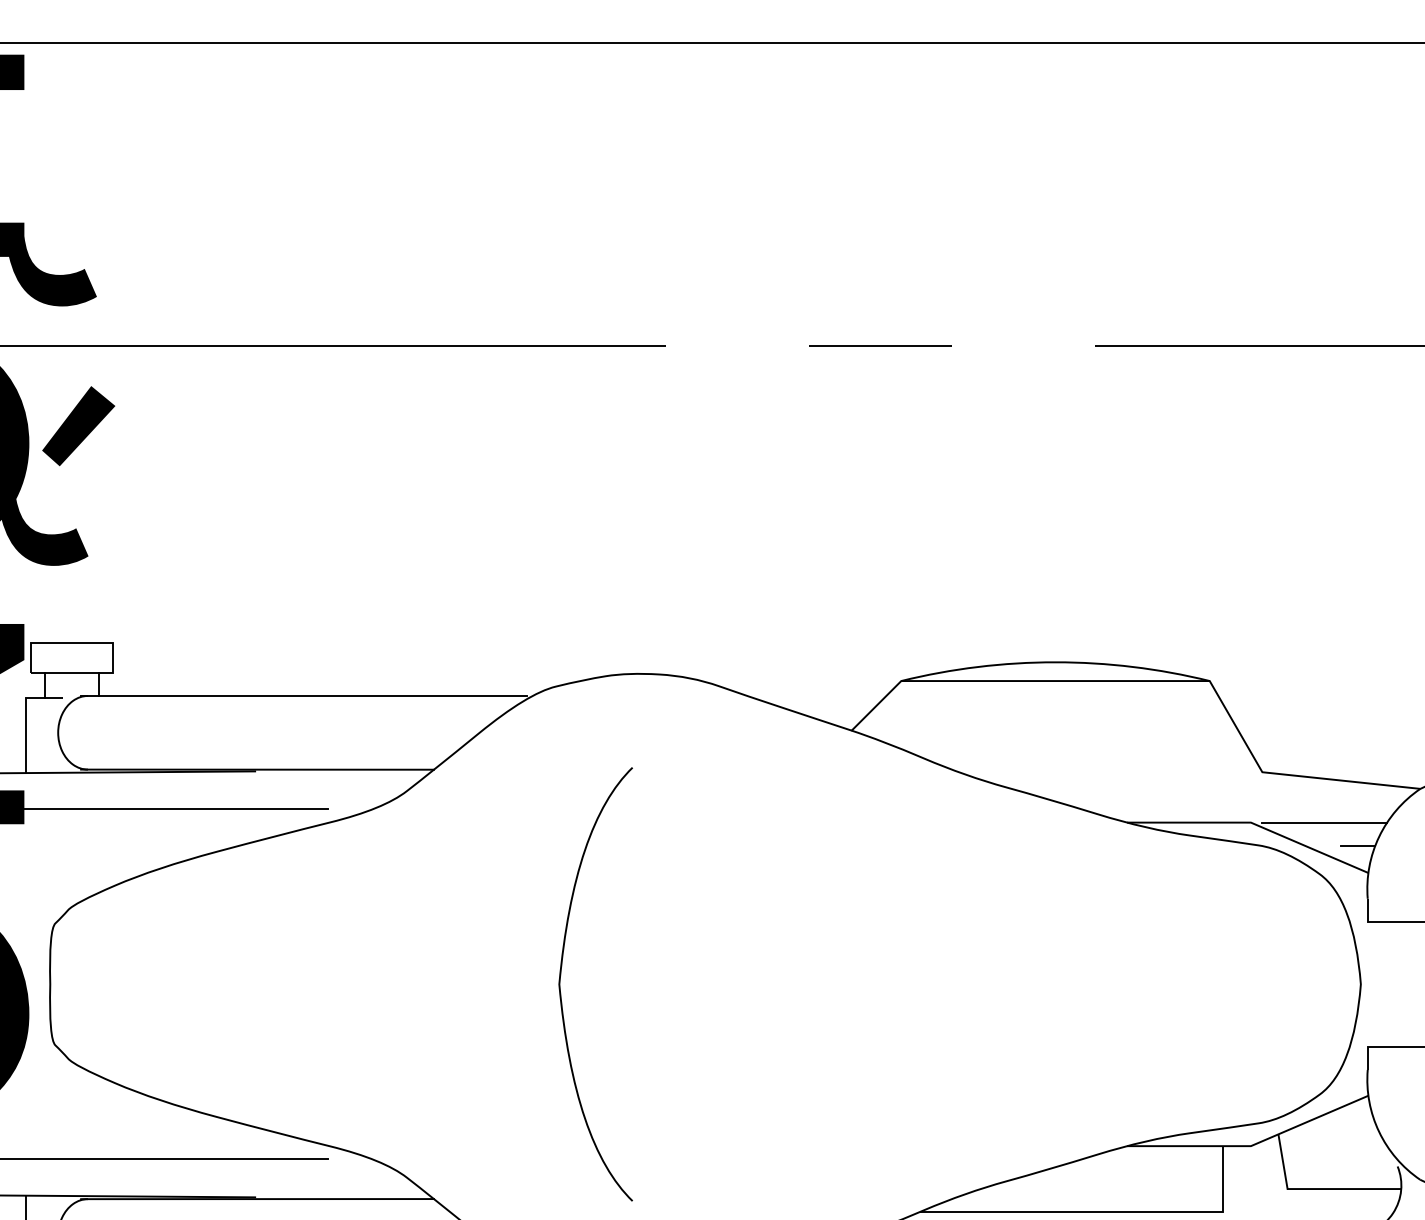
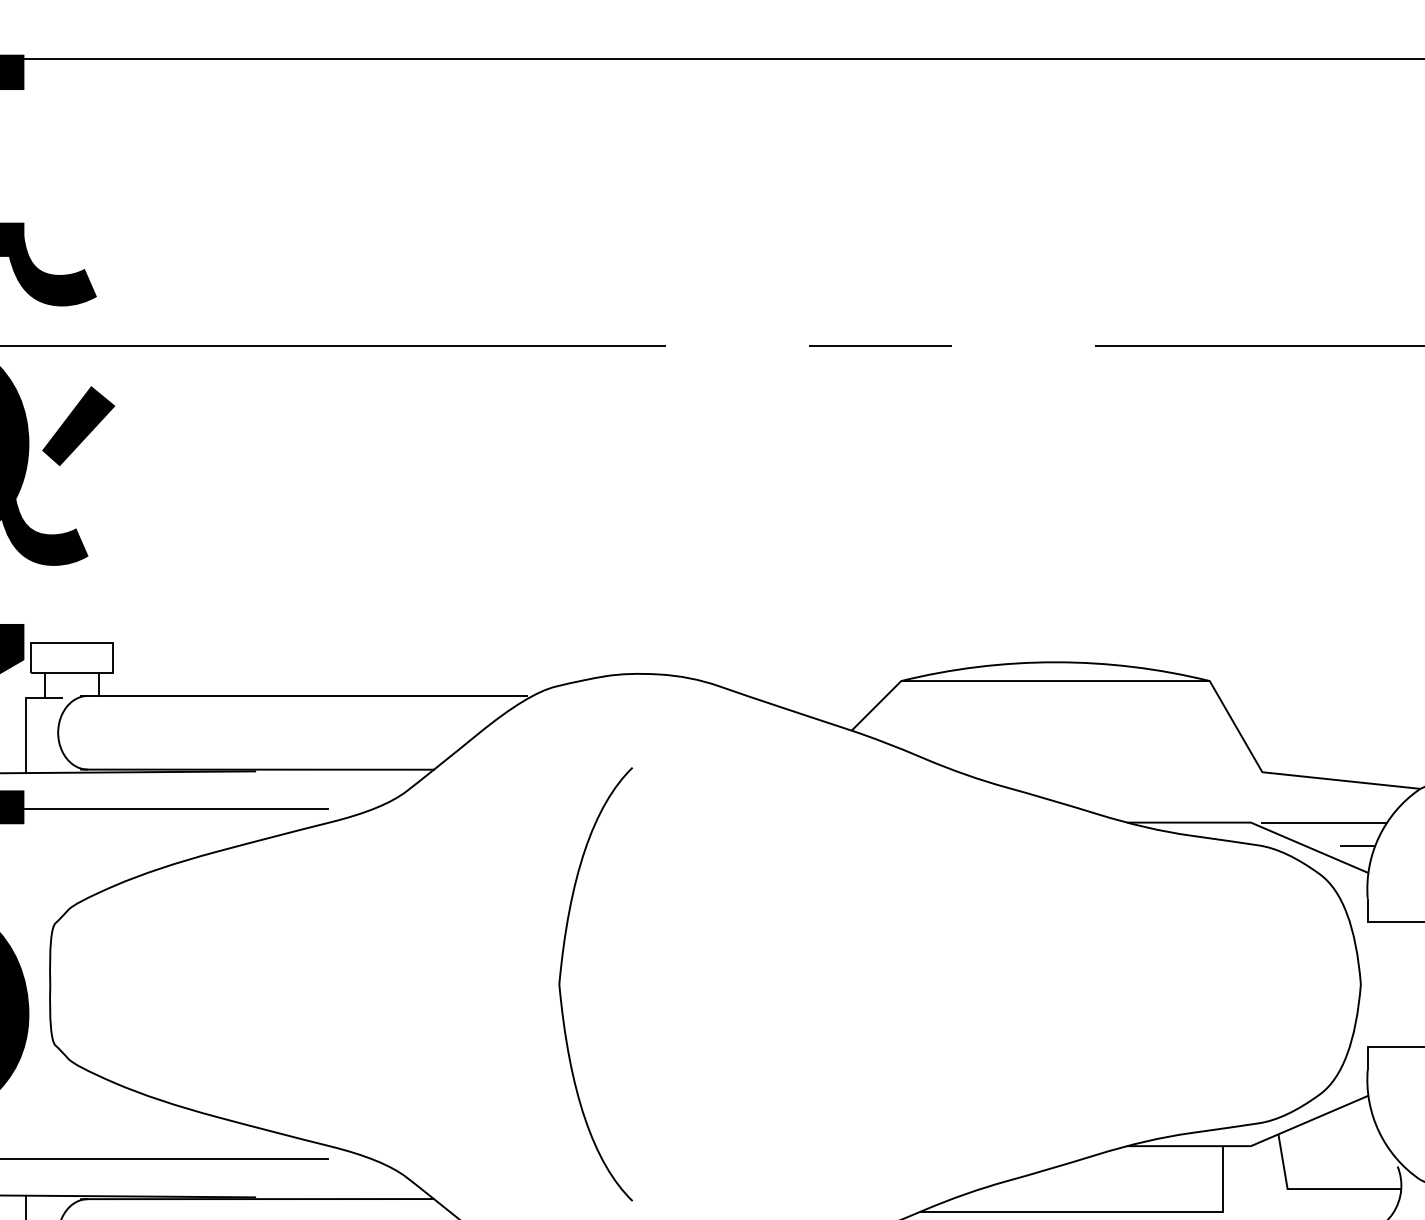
line at (711, 42) position: (711, 42) -> (711, 58)
